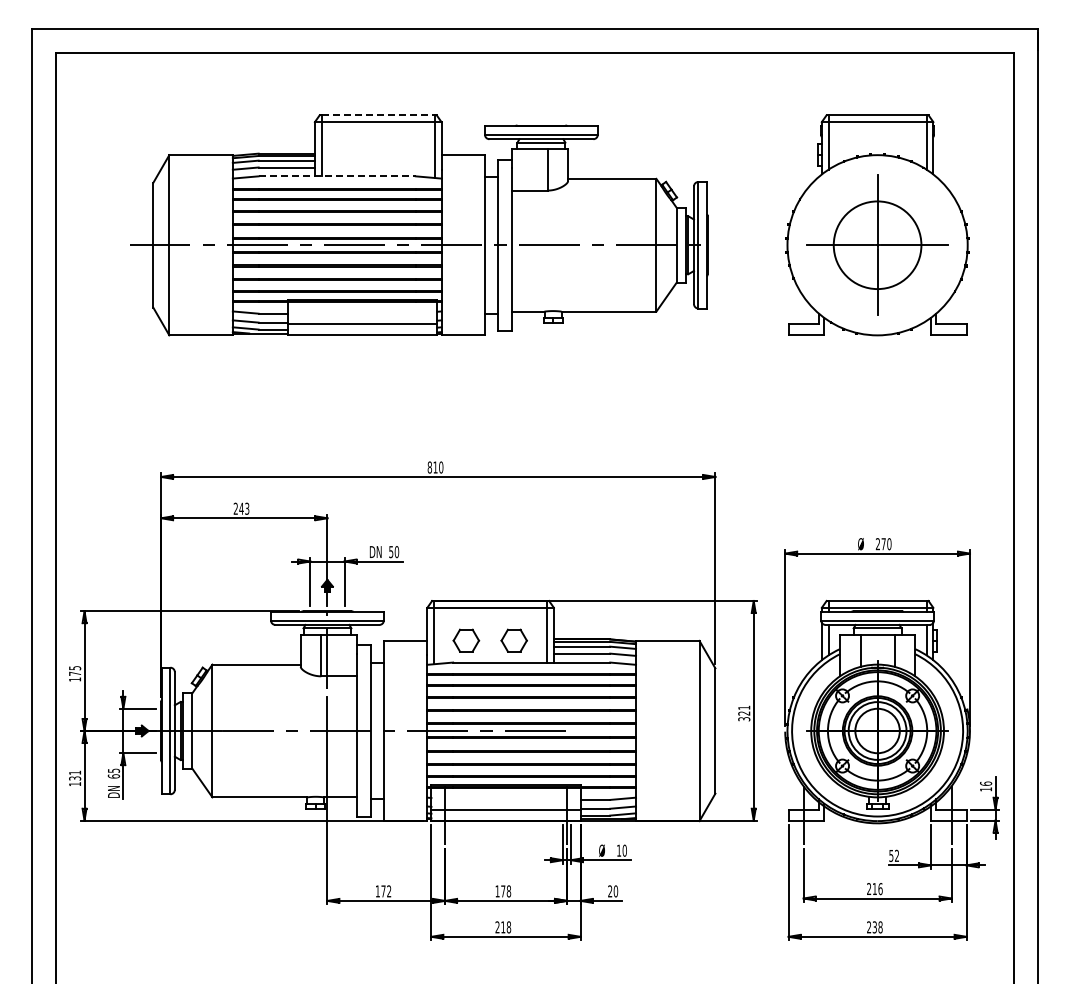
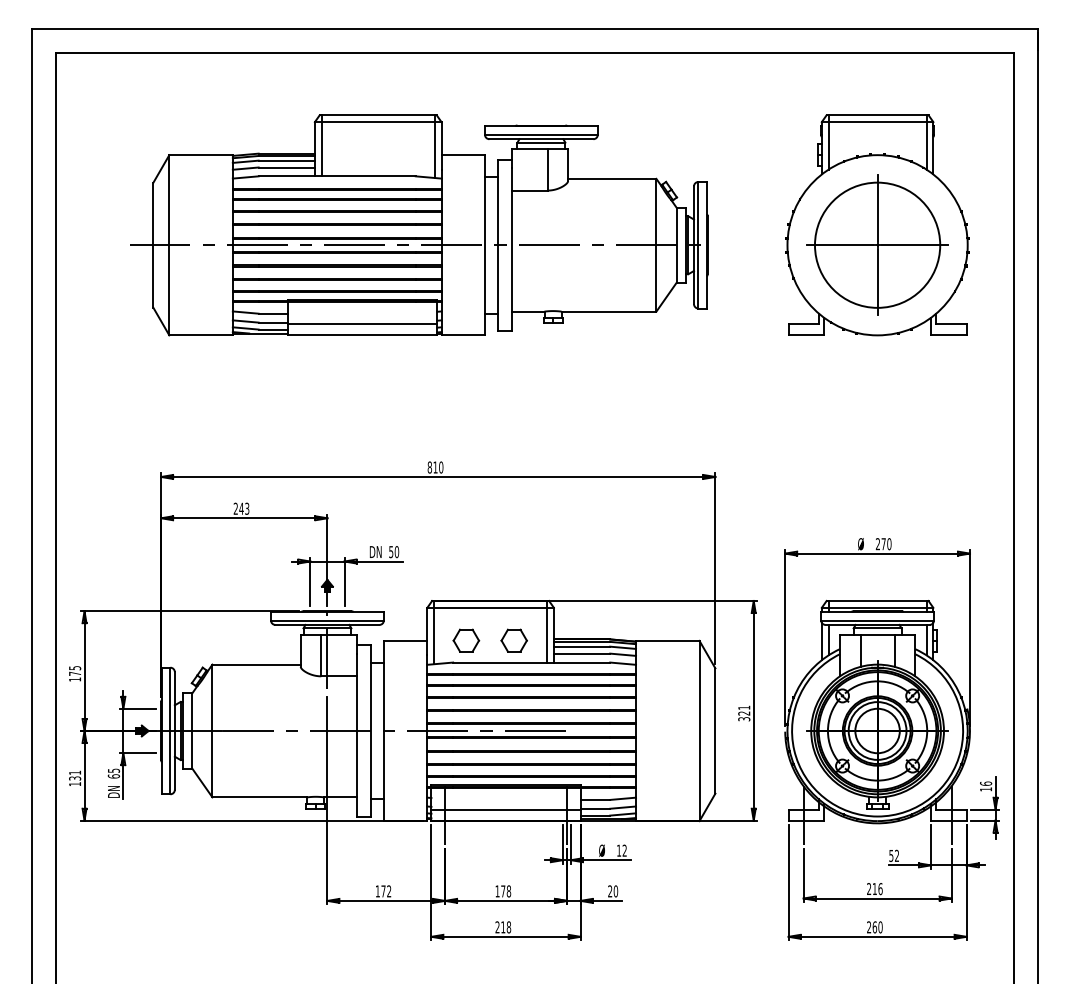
line at (378, 115): dashed -> solid
line at (337, 176): dashed -> solid
circle at (877, 245) diameter: 88 px -> 125 px
text at (624, 850): 10 -> 12
text at (877, 927): 238 -> 260
